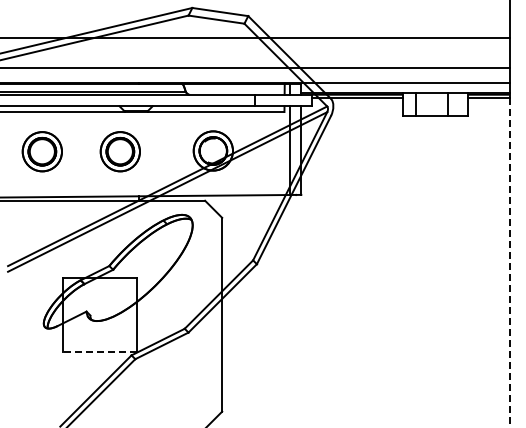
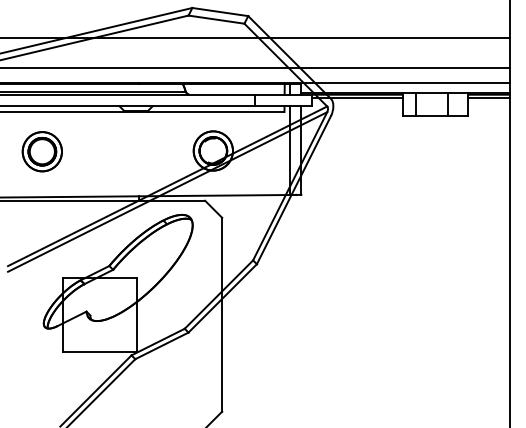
part at (119, 151): present -> none
line at (509, 263): dashed -> solid
line at (99, 351): dashed -> solid
